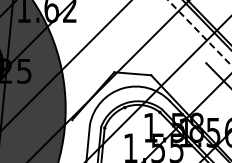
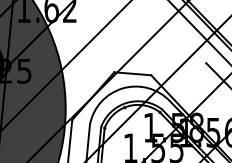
line at (200, 33): dashed -> solid
line at (70, 139): none -> present
